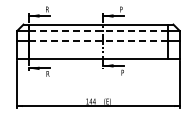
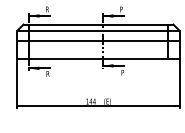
line at (98, 30): dashed -> solid
line at (98, 41): dashed -> solid
